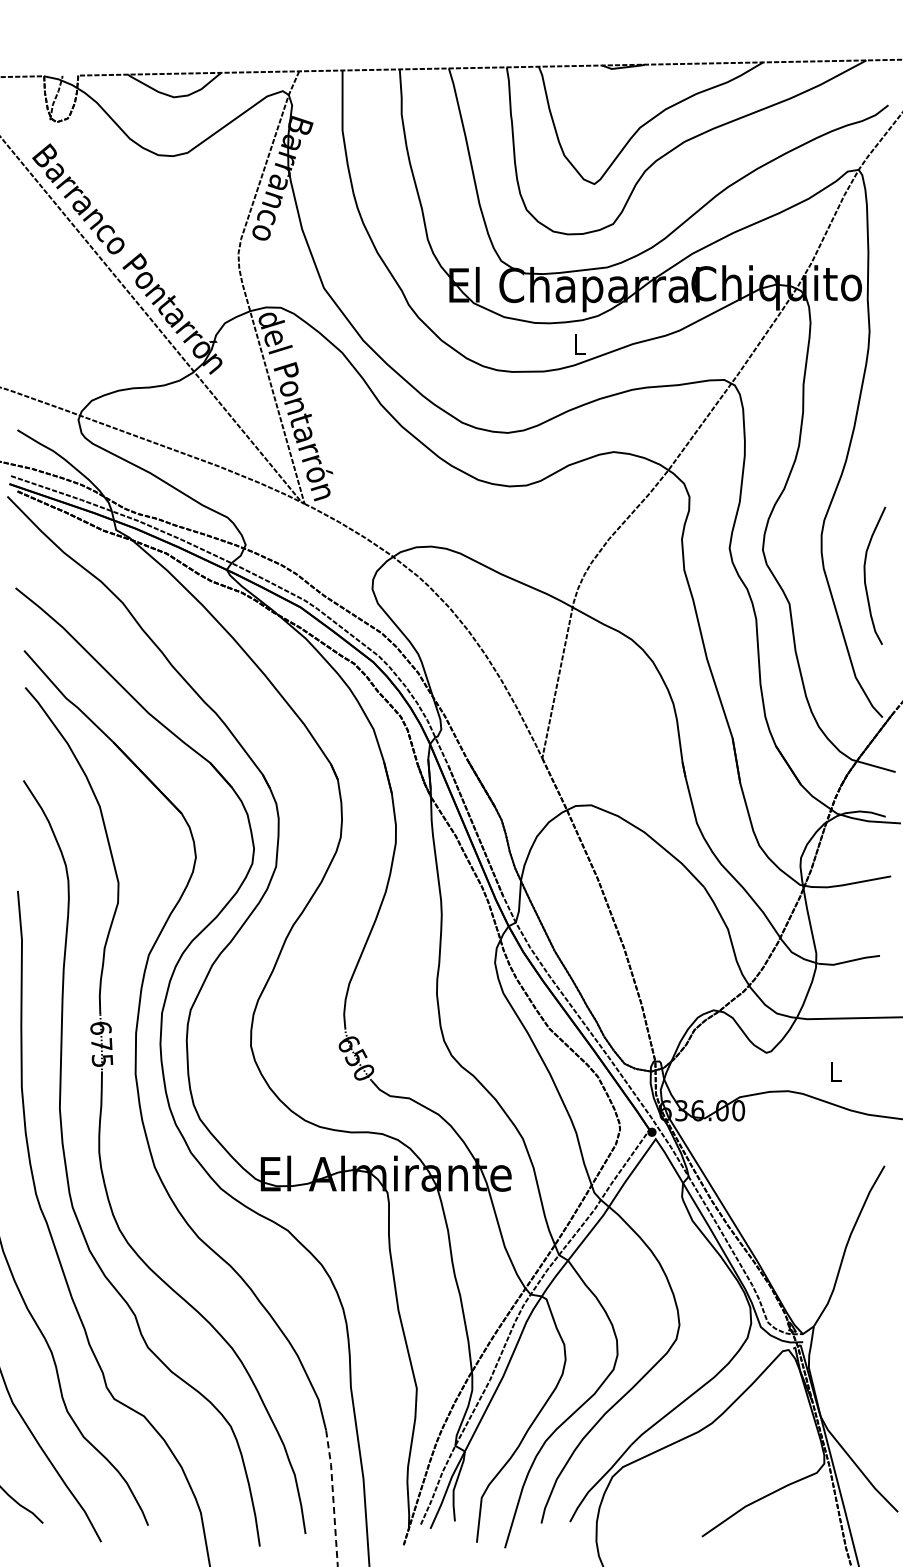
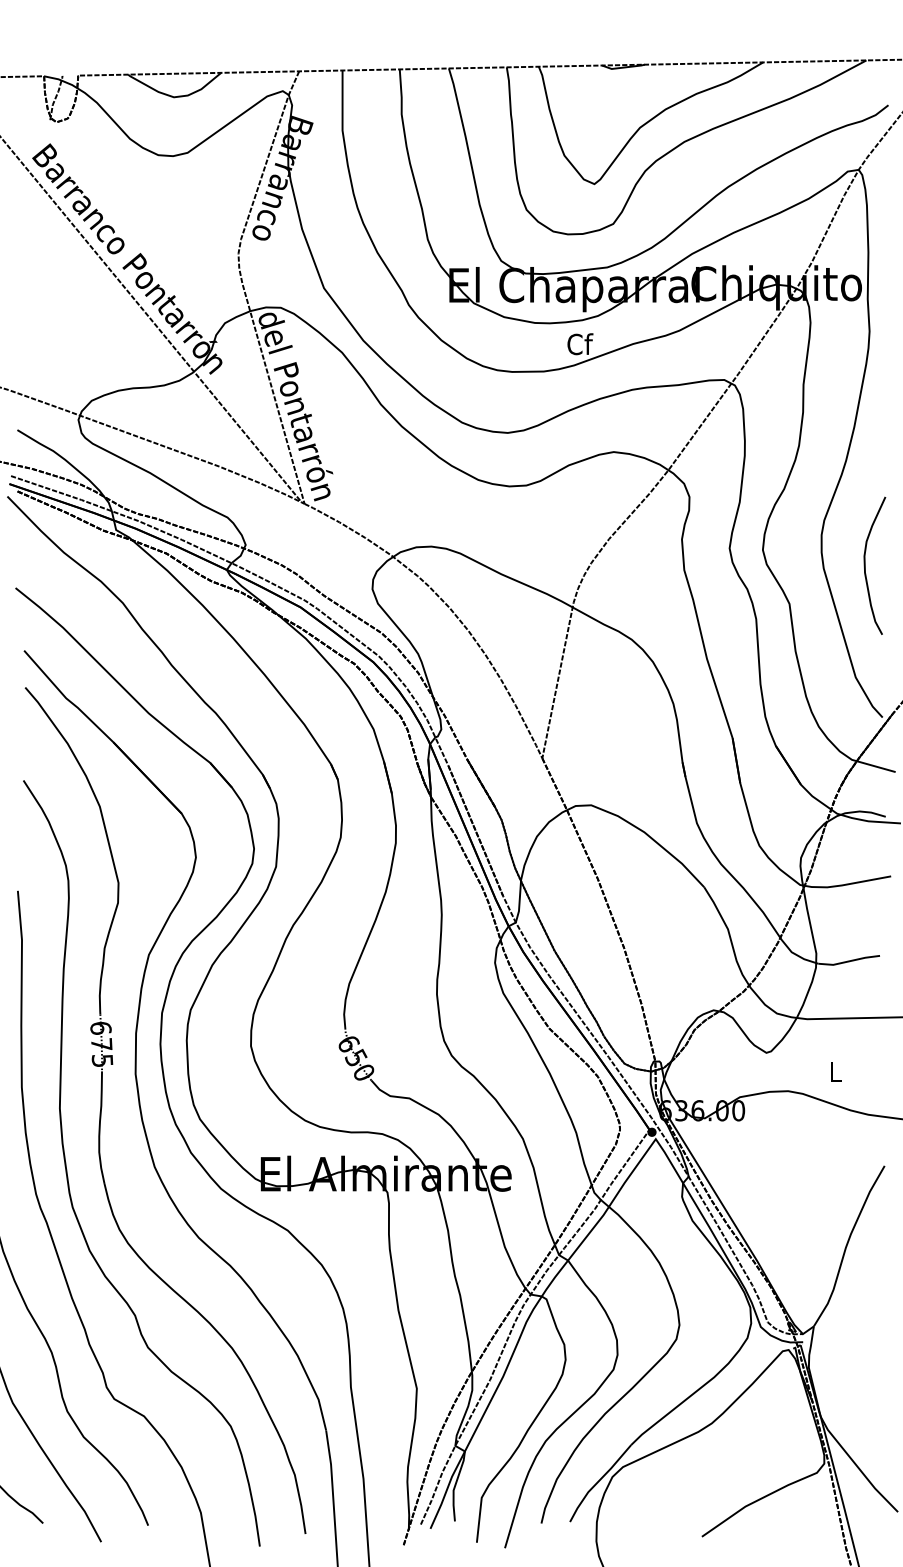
text at (580, 344): L -> Cf
curve at (865, 575) position: (865, 575) -> (865, 565)
line at (333, 1498): dashed -> solid
